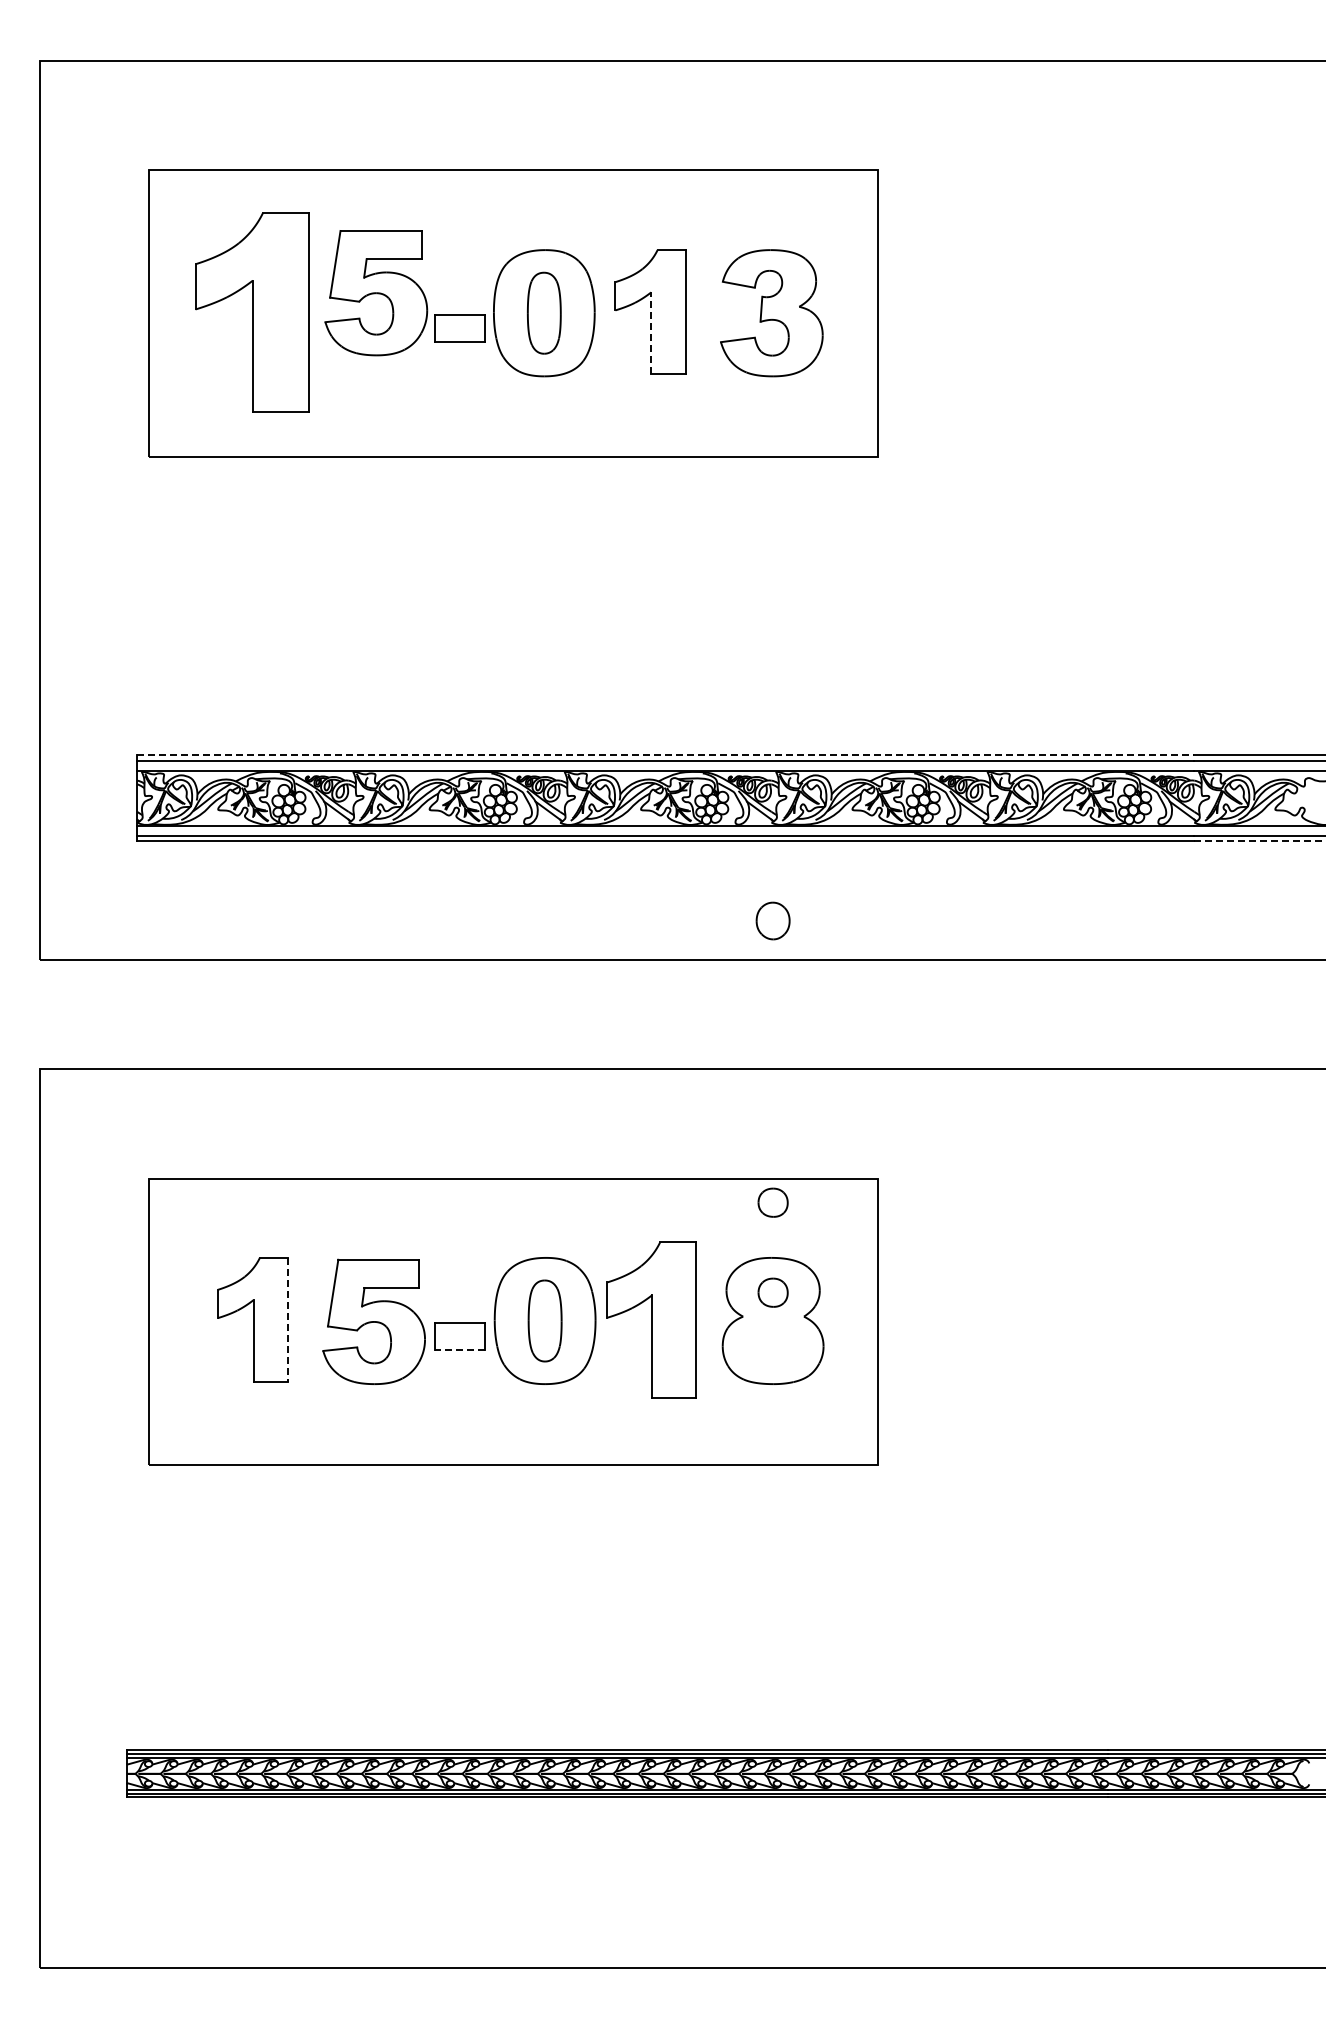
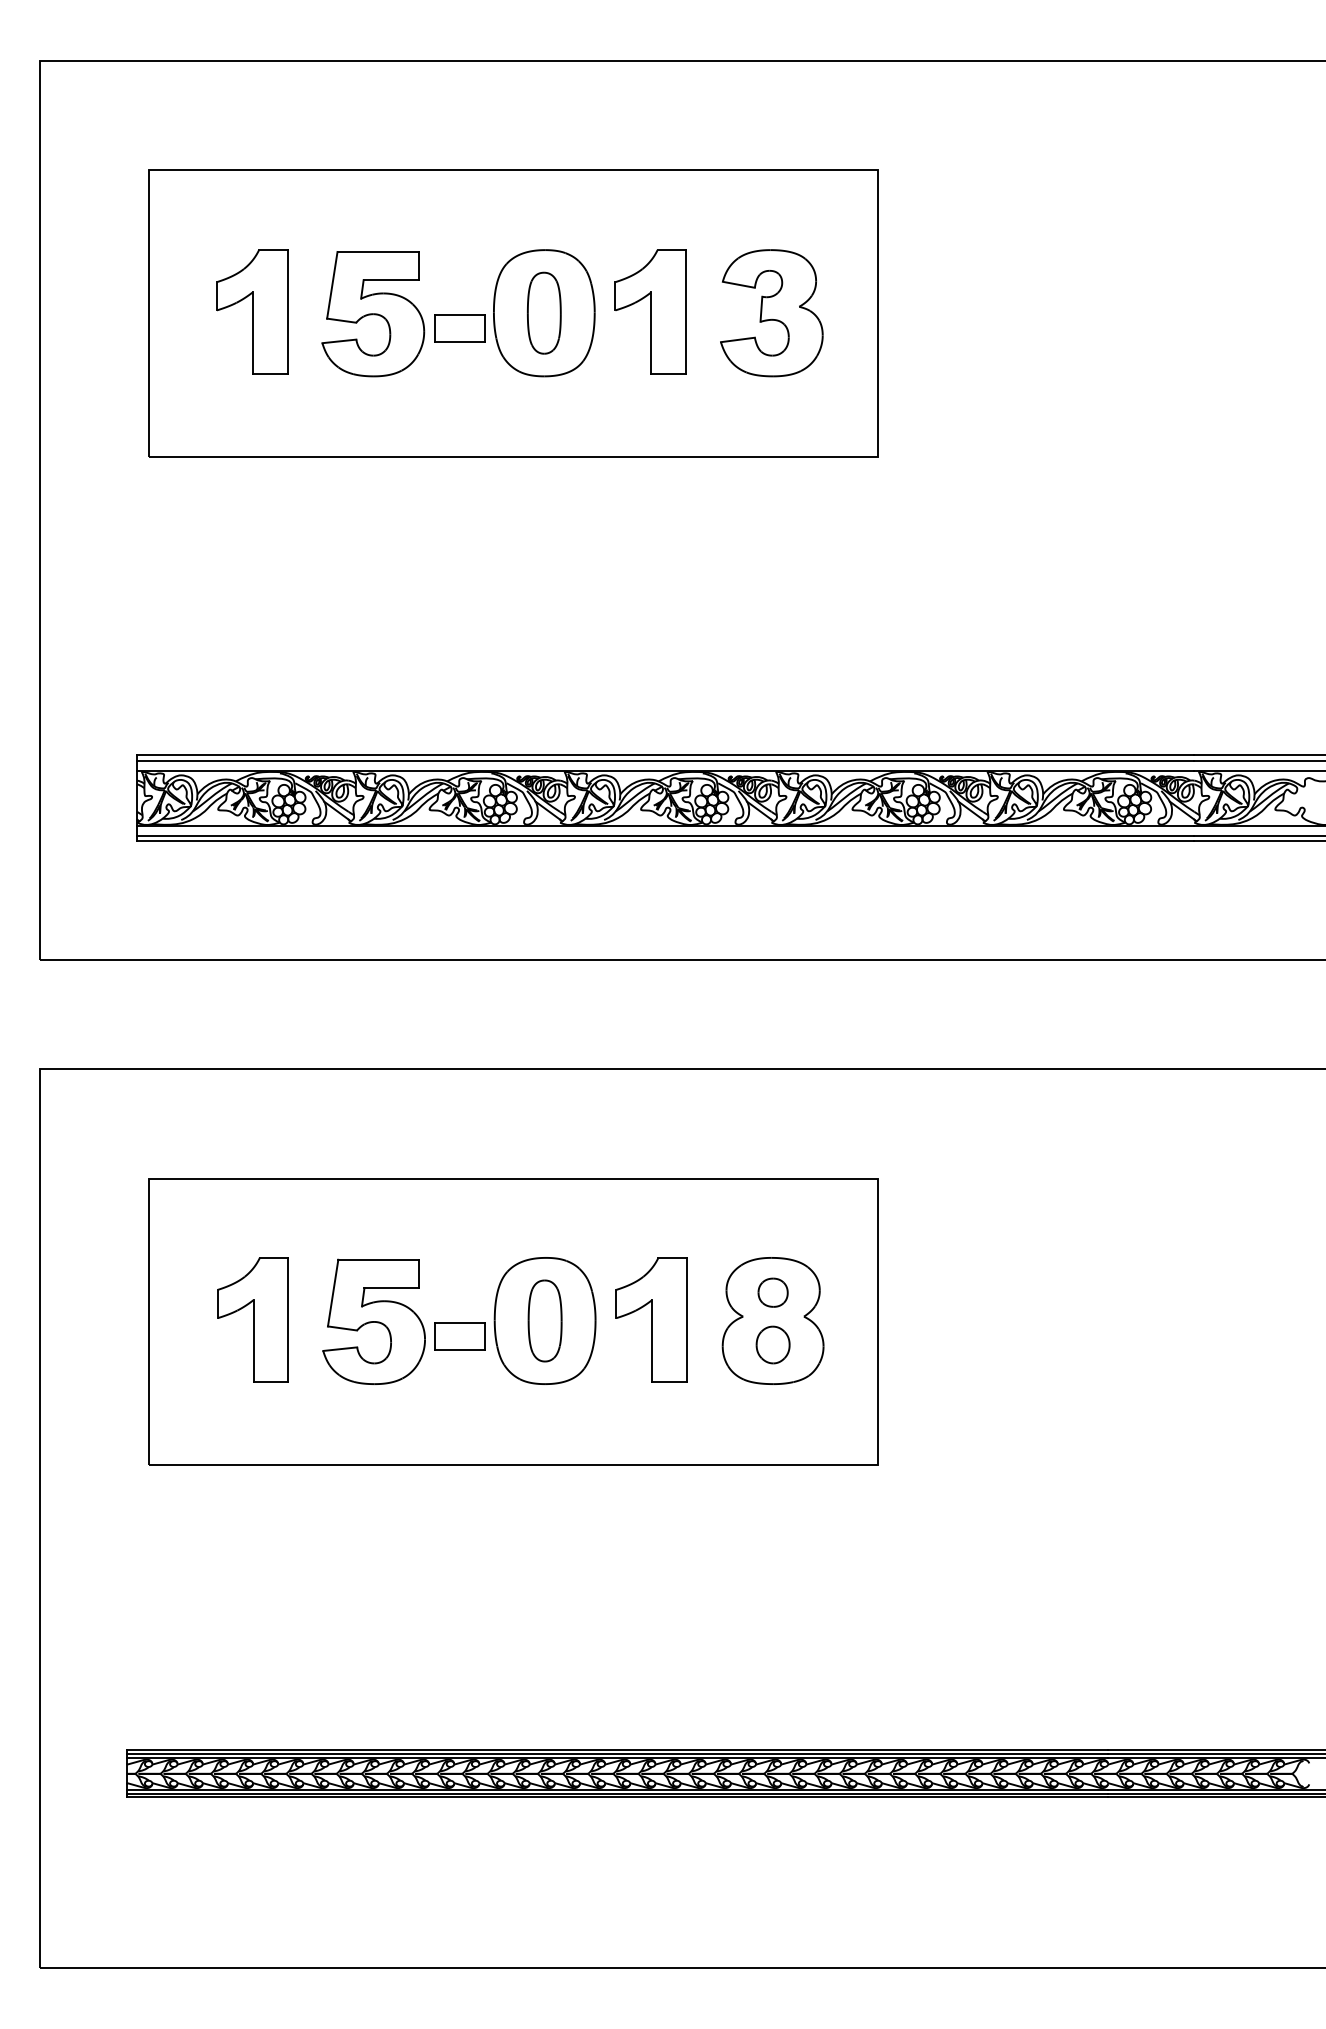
part at (376, 293) position: (376, 293) -> (373, 314)
part at (252, 312) size: 115x201 px -> 73x126 px
line at (651, 332): dashed -> solid
line at (665, 754): dashed -> solid
line at (1260, 841): dashed -> solid
part at (772, 920) position: (772, 920) -> (772, 1344)
part at (772, 1202): present -> none
part at (651, 1319) size: 91x158 px -> 73x126 px
line at (288, 1320): dashed -> solid
line at (460, 1350): dashed -> solid
